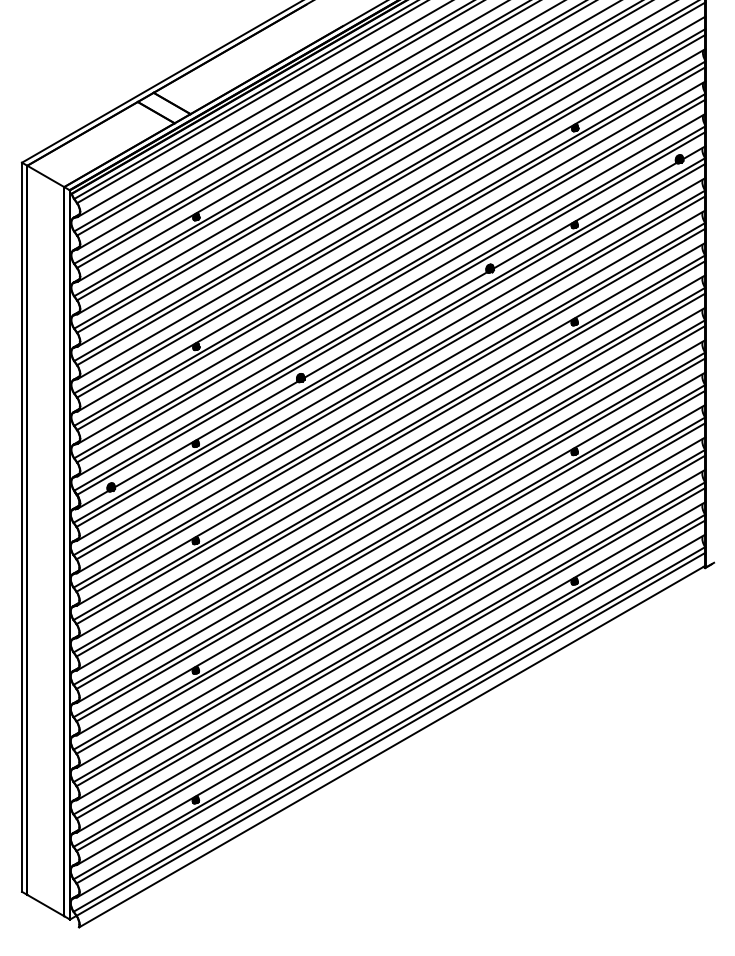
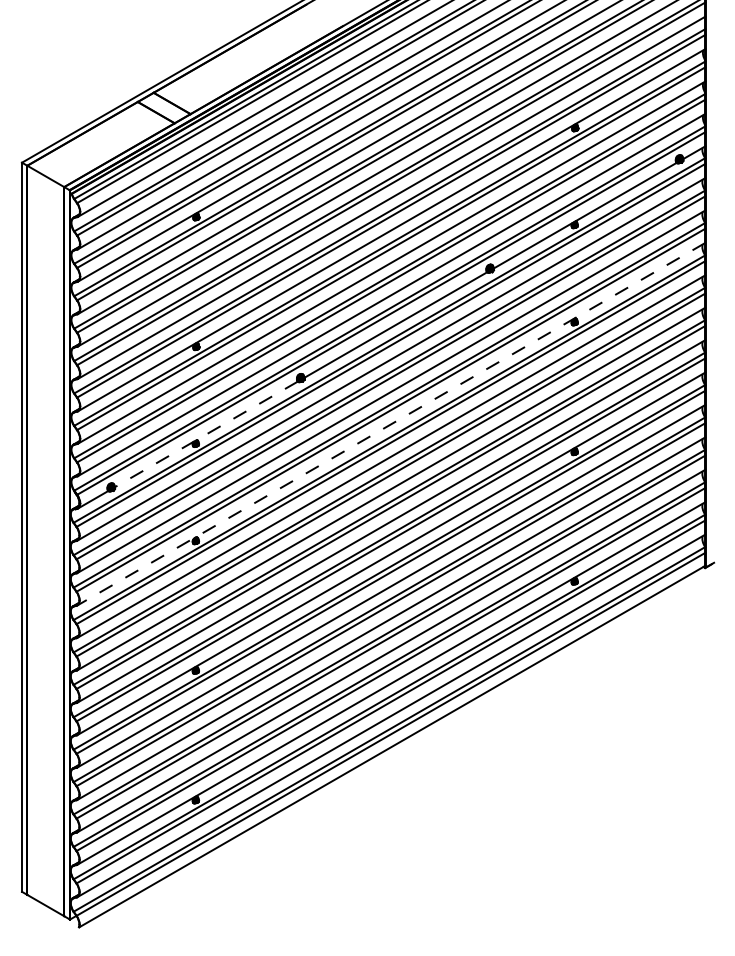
line at (391, 424): solid -> dashed
line at (206, 434): solid -> dashed
